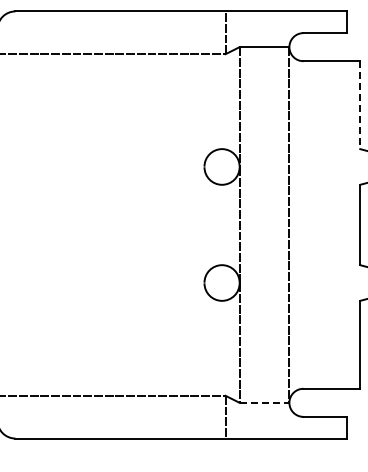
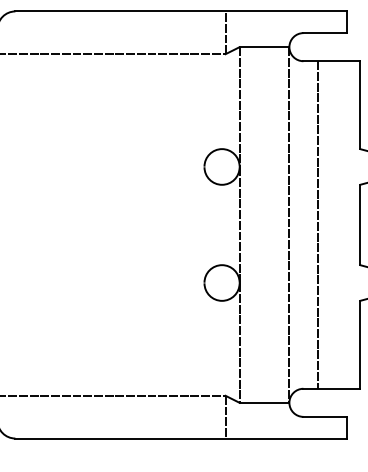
line at (360, 105): dashed -> solid
line at (317, 224): none -> present
line at (264, 402): dashed -> solid
